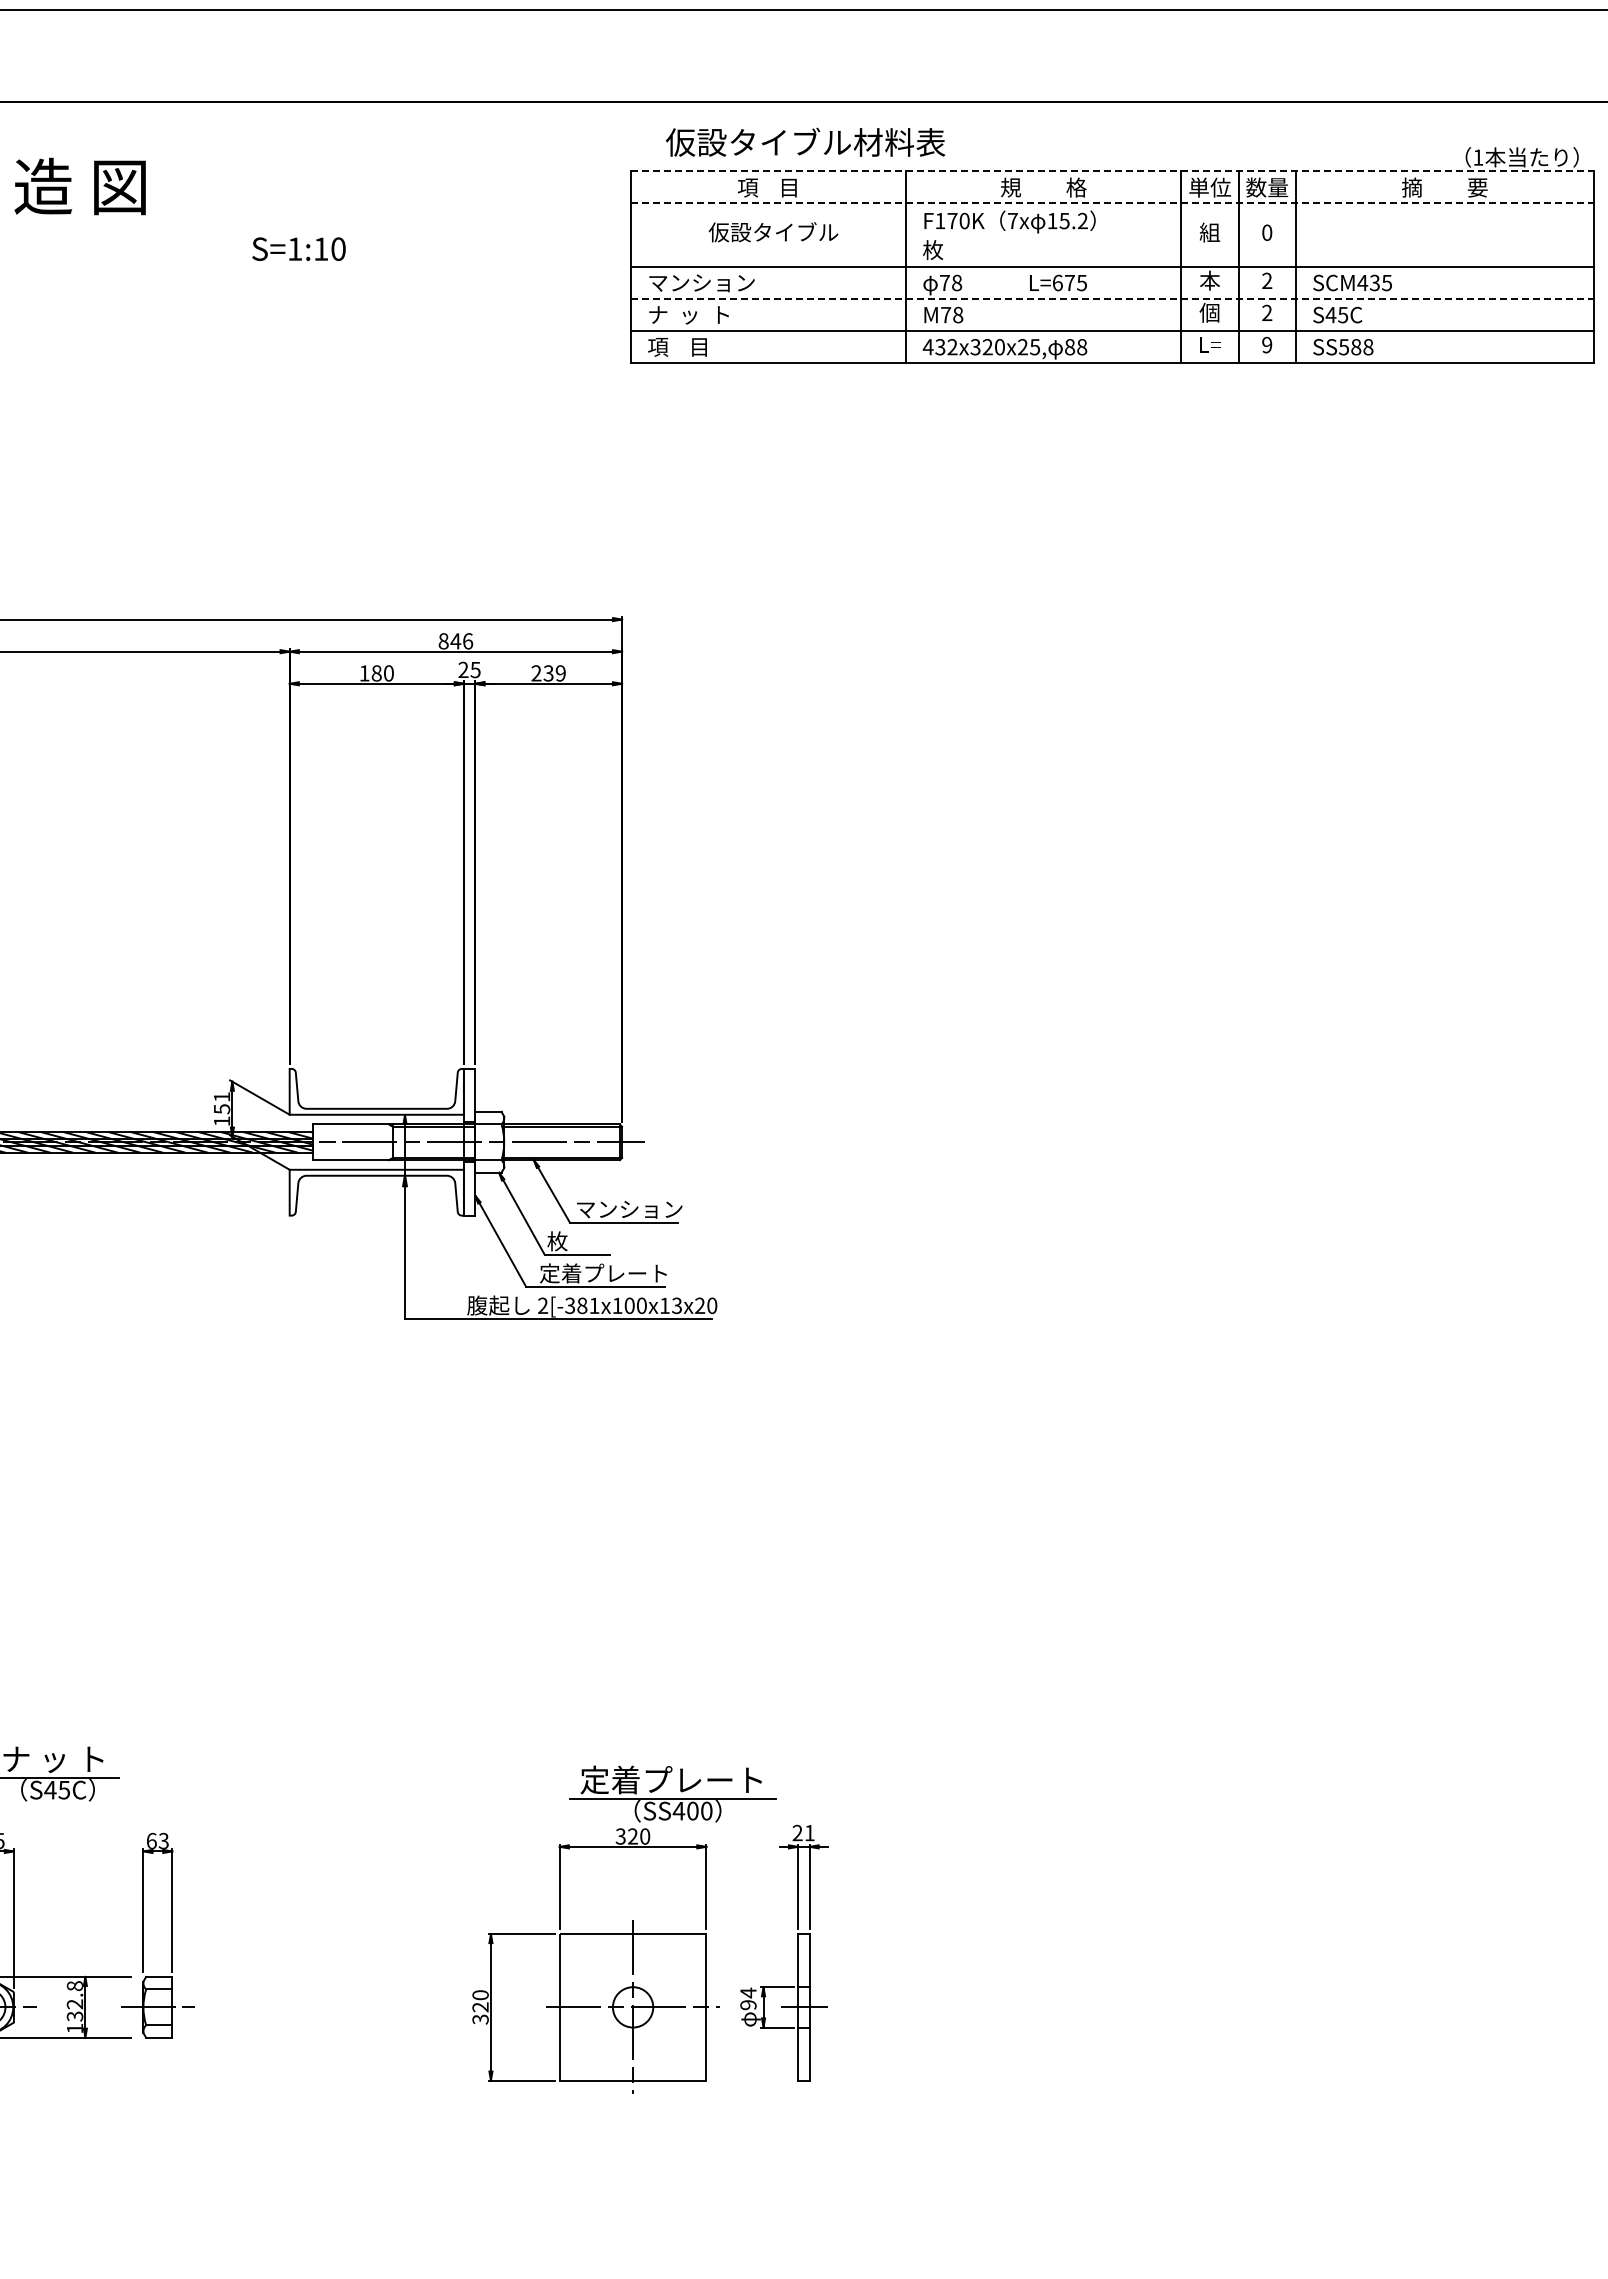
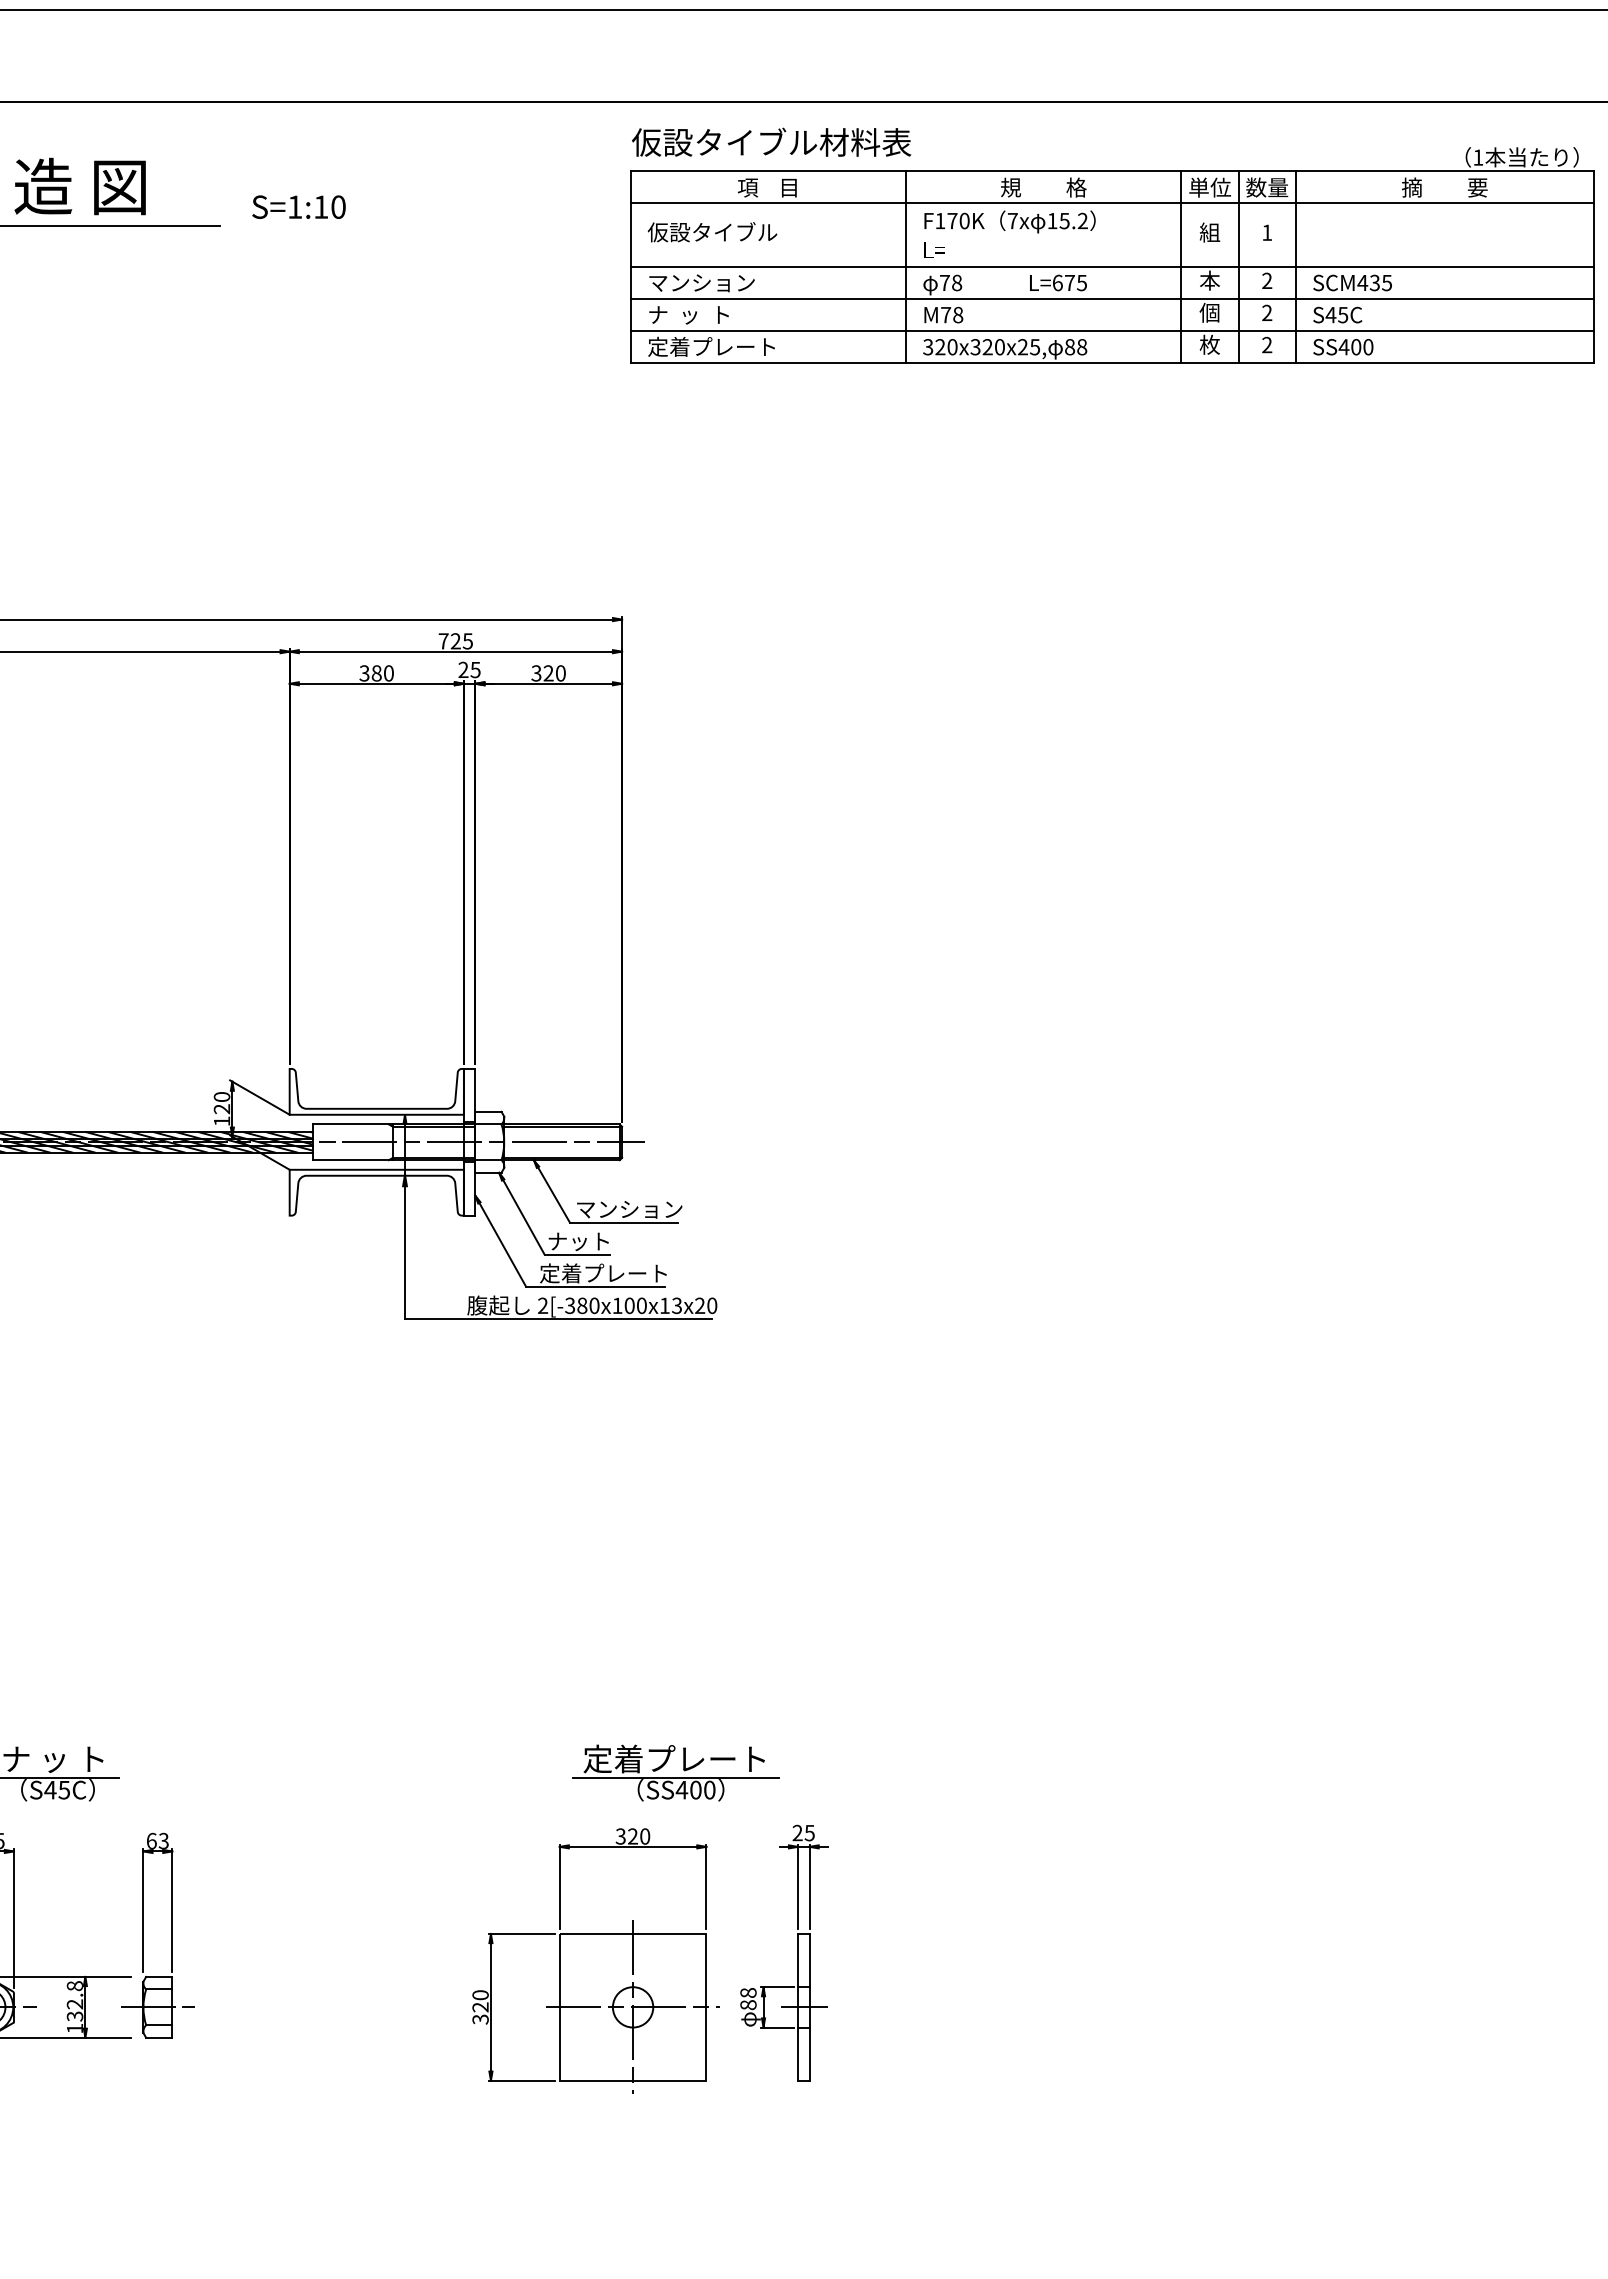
text at (805, 141) position: (805, 141) -> (771, 141)
line at (1113, 170): dashed -> solid
line at (1113, 202): dashed -> solid
line at (111, 225): none -> present
text at (773, 232) position: (773, 232) -> (712, 232)
text at (1267, 232): 0 -> 1
text at (298, 248) position: (298, 248) -> (298, 206)
text at (933, 250): 枚 -> L=
line at (1113, 299): dashed -> solid
text at (1209, 344): L= -> 枚
text at (1267, 345): 9 -> 2
text at (711, 346): 項    目 -> 定着プレート
text at (939, 347): 432x320x25, -> 320x320x25,
text at (1355, 347): SS588 -> SS400
text at (455, 641): 846 -> 725
text at (364, 673): 180 -> 380
text at (548, 673): 239 -> 320
text at (221, 1103): 151 -> 120
text at (577, 1241): 枚 -> ナット
text at (594, 1305): 2[-381x100x13x20 -> 2[-380x100x13x20
part at (672, 1793) position: (672, 1793) -> (675, 1772)
text at (809, 1833): 21 -> 25
text at (748, 1998): 94 -> 88
